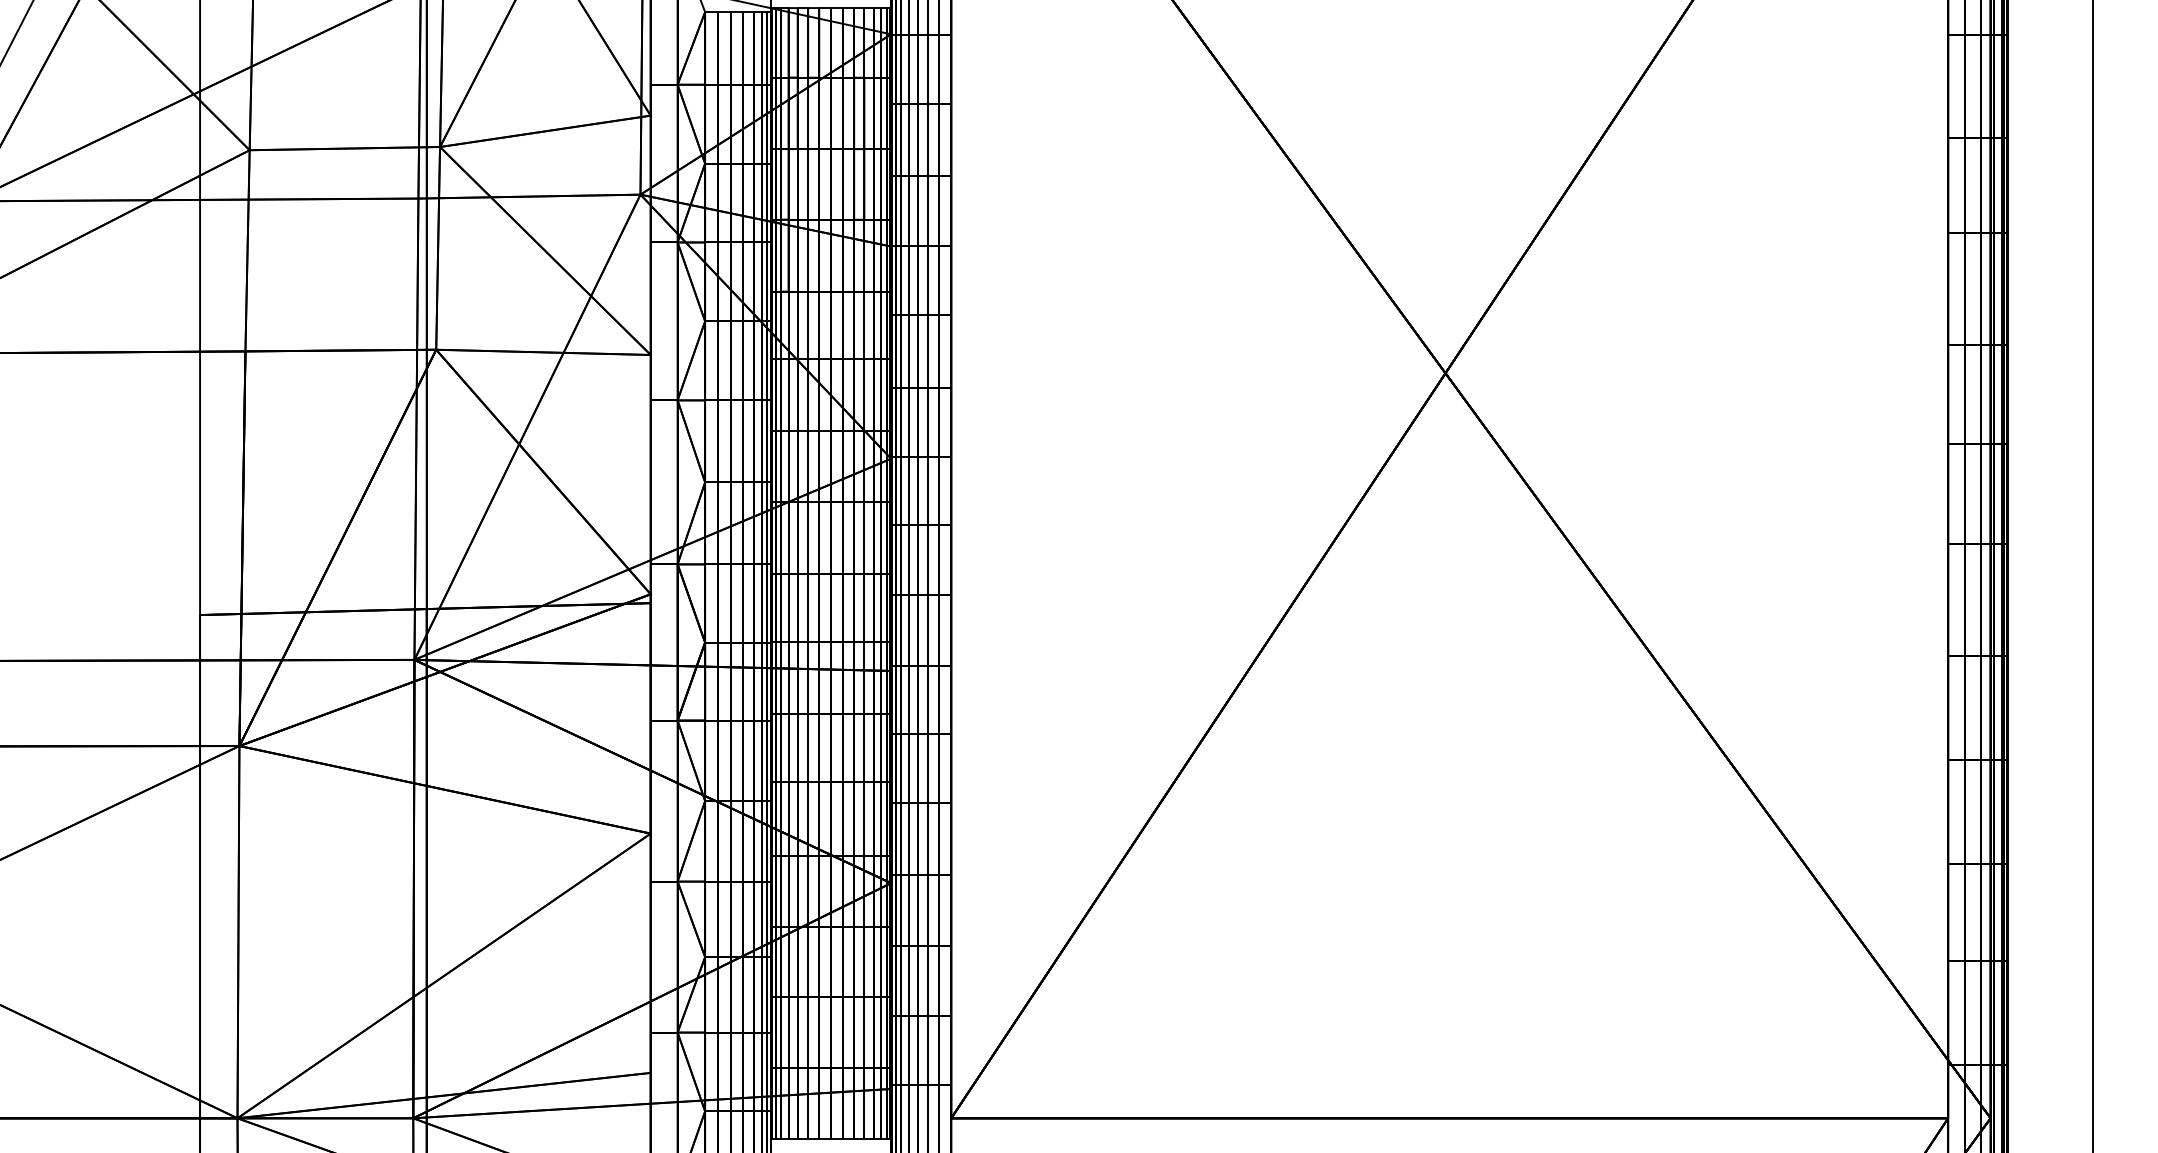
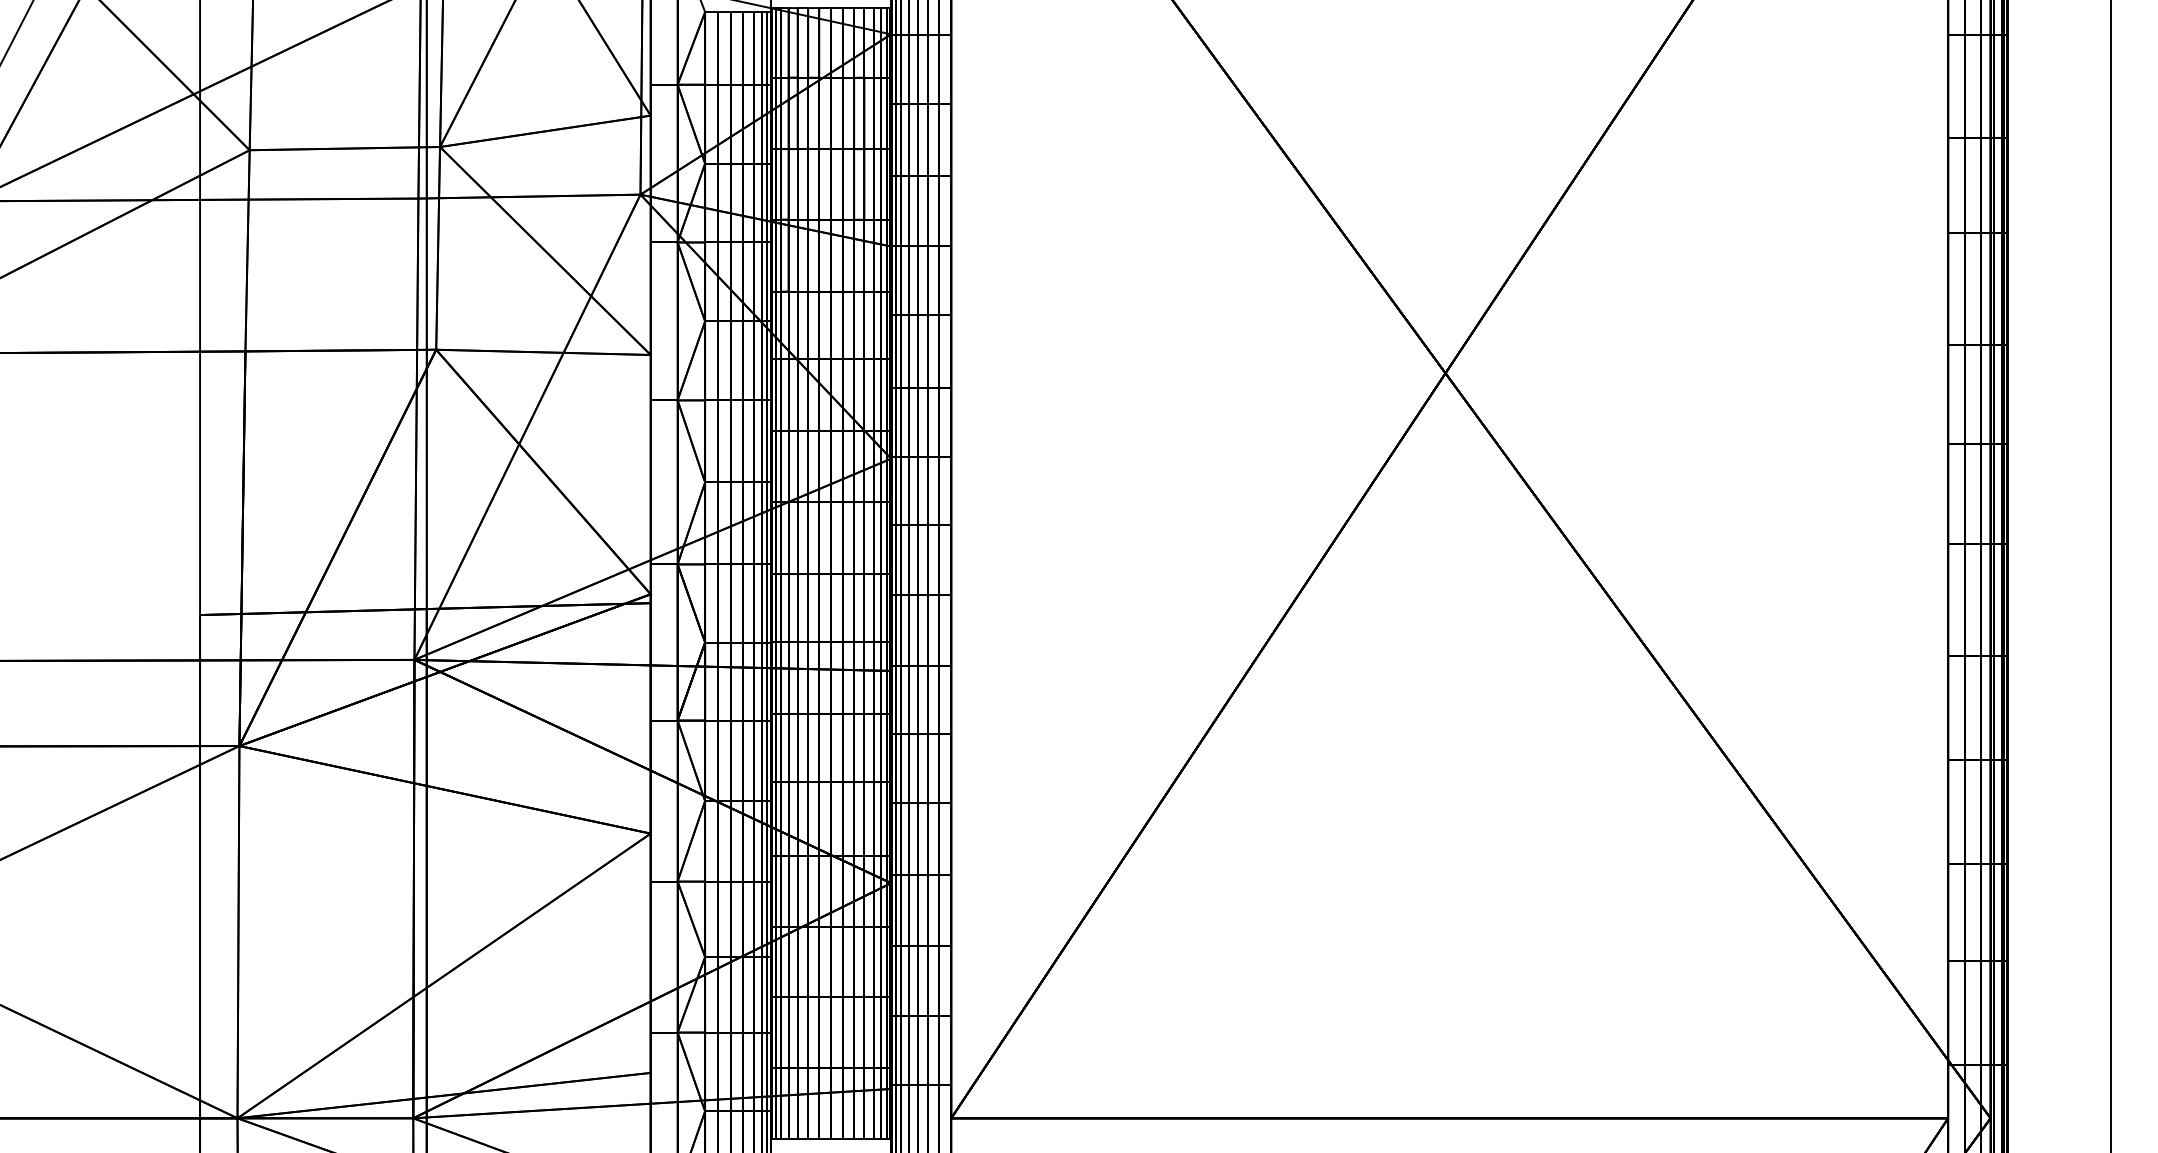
line at (2093, 575) position: (2093, 575) -> (2111, 575)
